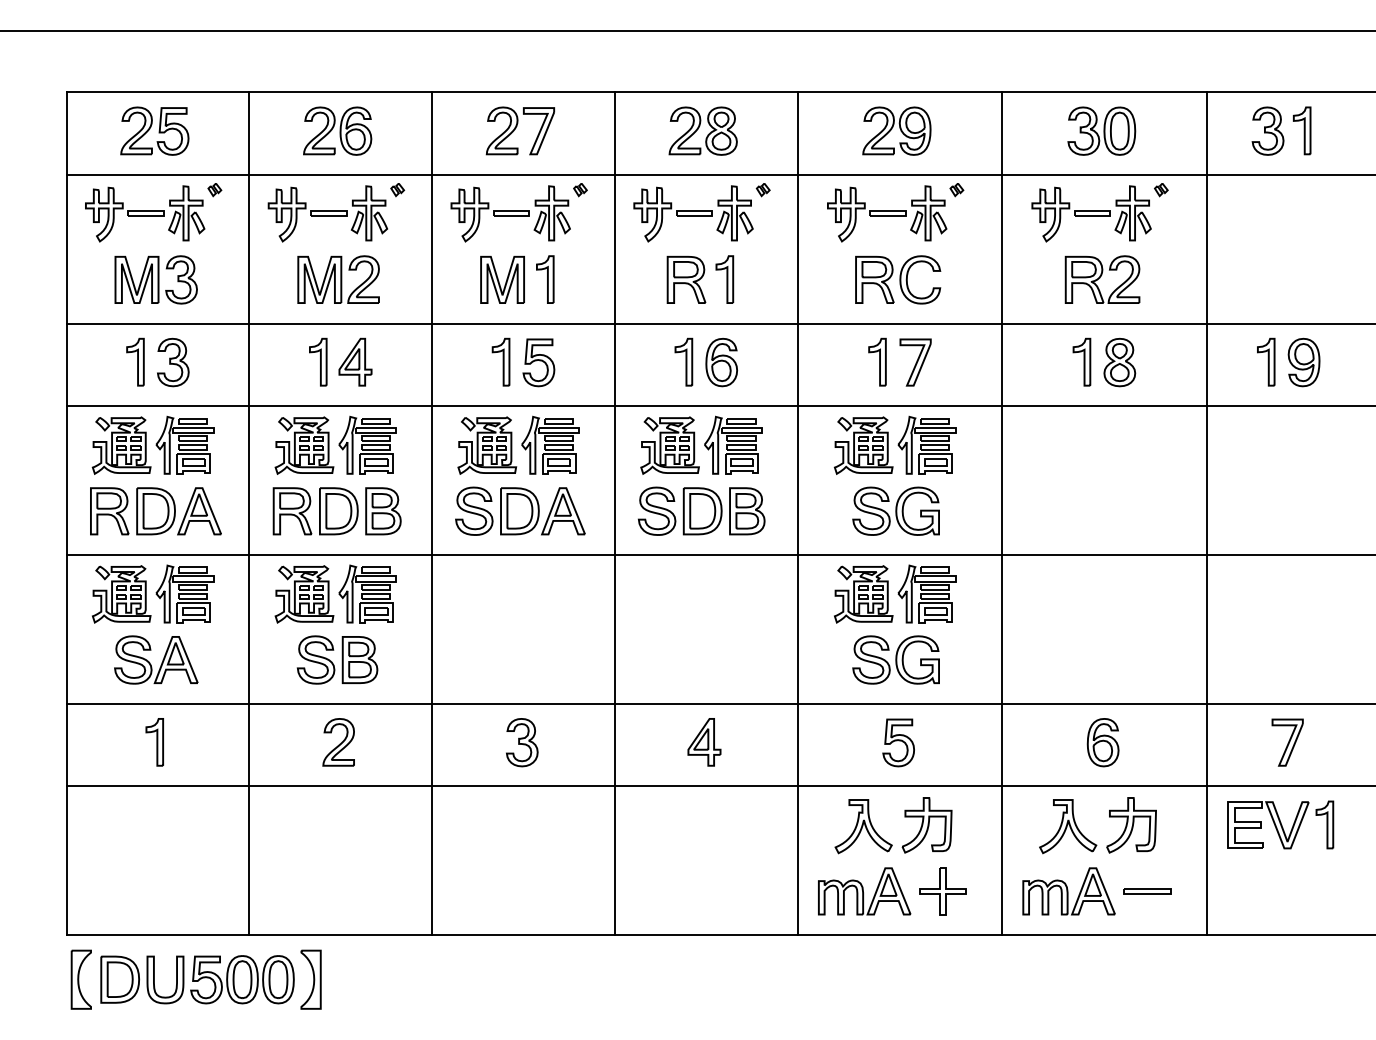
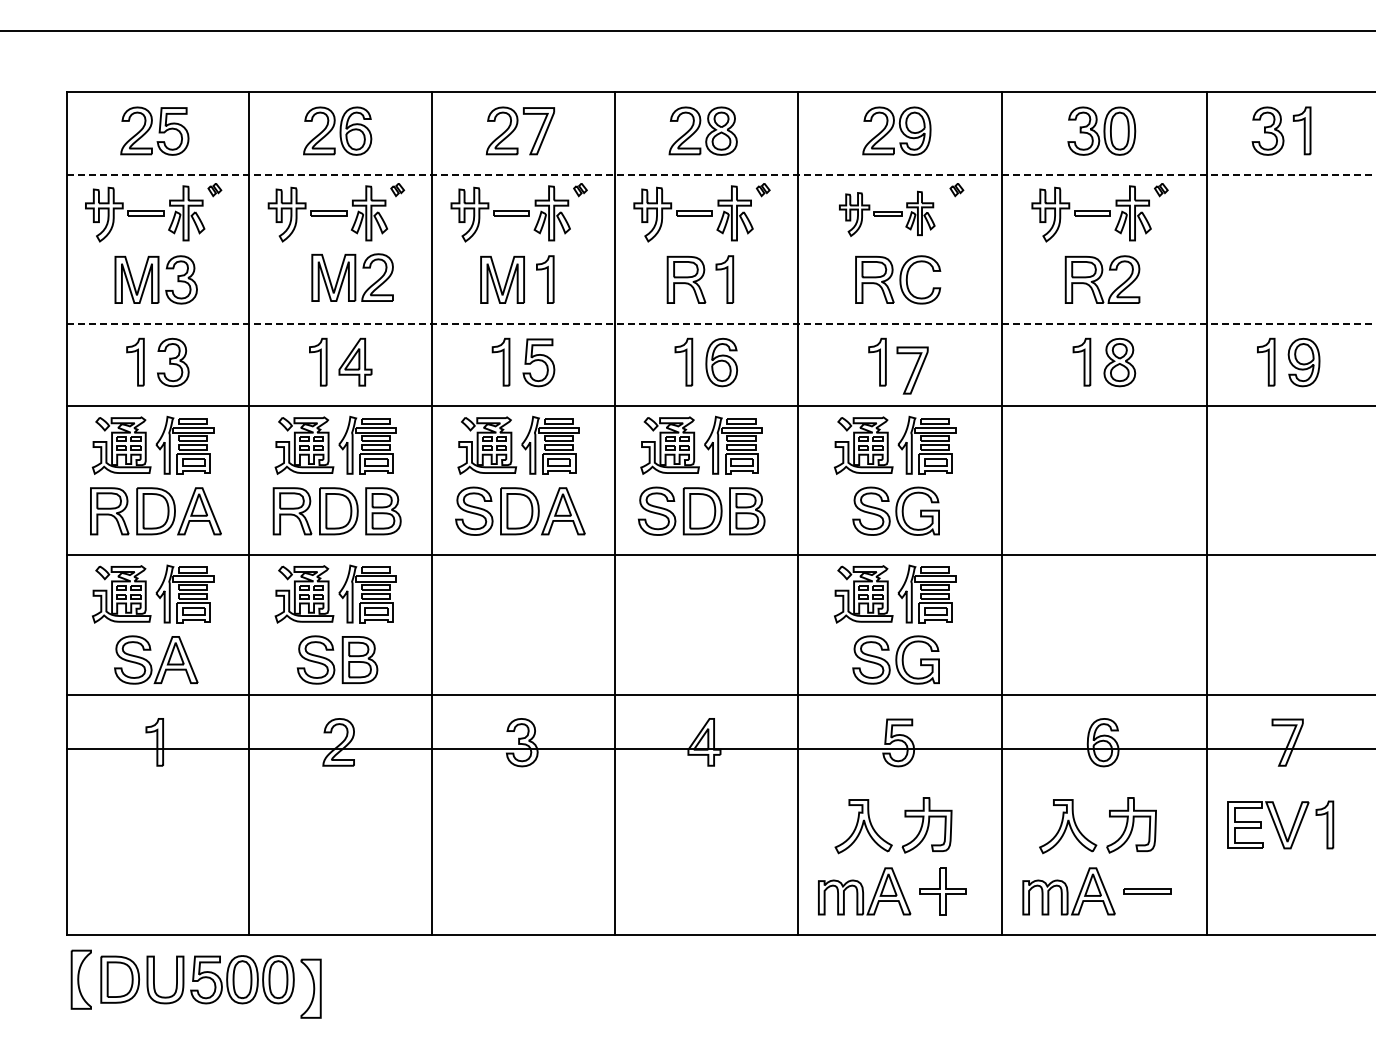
line at (721, 174): solid -> dashed
part at (887, 213) size: 121x58 px -> 97x47 px
part at (338, 279) position: (338, 279) -> (352, 277)
line at (721, 323): solid -> dashed
part at (915, 362) position: (915, 362) -> (912, 370)
line at (719, 703) position: (719, 703) -> (719, 694)
line at (719, 786) position: (719, 786) -> (719, 749)
part at (310, 979) position: (310, 979) -> (310, 988)
